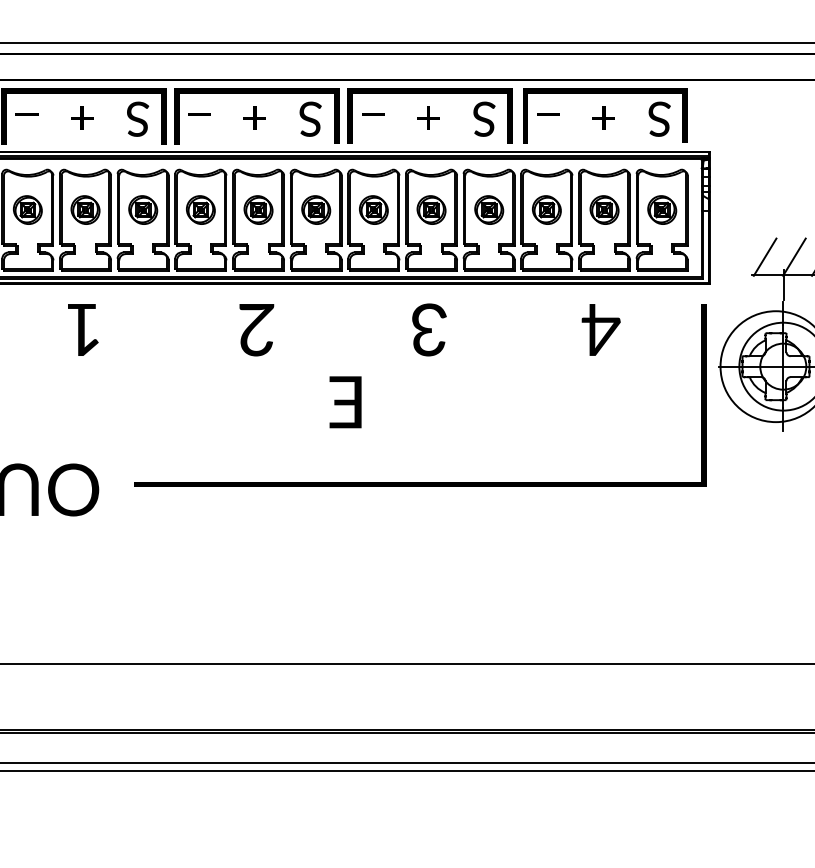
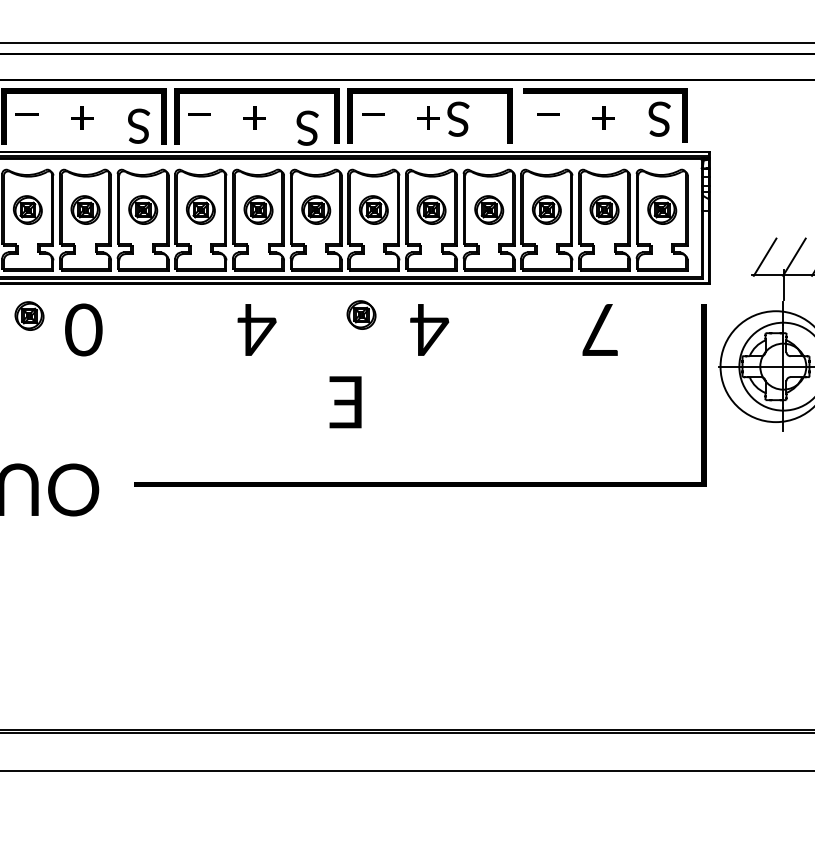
fill at (525, 115): present -> none
text at (138, 118) position: (138, 118) -> (139, 125)
text at (310, 118) position: (310, 118) -> (307, 127)
text at (484, 118) position: (484, 118) -> (458, 118)
part at (361, 314): none -> present
part at (29, 315): none -> present
text at (83, 329): 1 -> 0
text at (429, 329): 3 -> 4
text at (600, 329): 4 -> 7
text at (256, 330): 2 -> 4
line at (406, 664): present -> none
line at (406, 762): present -> none
